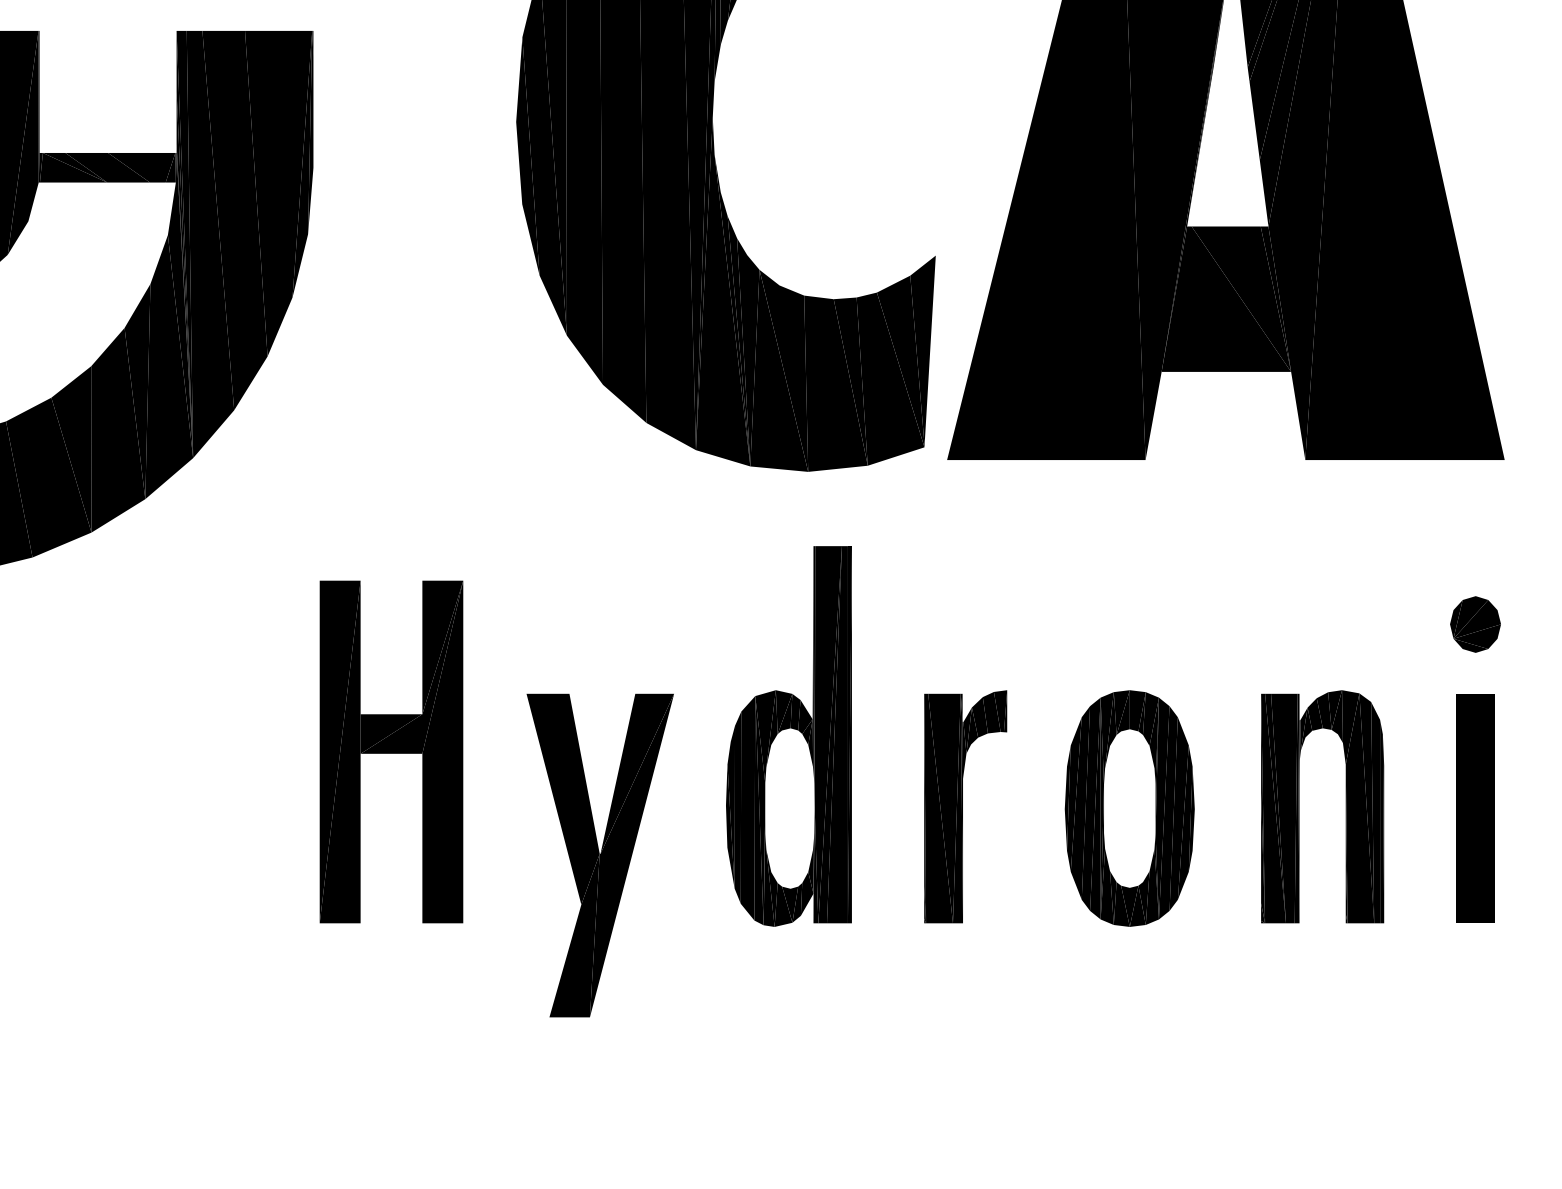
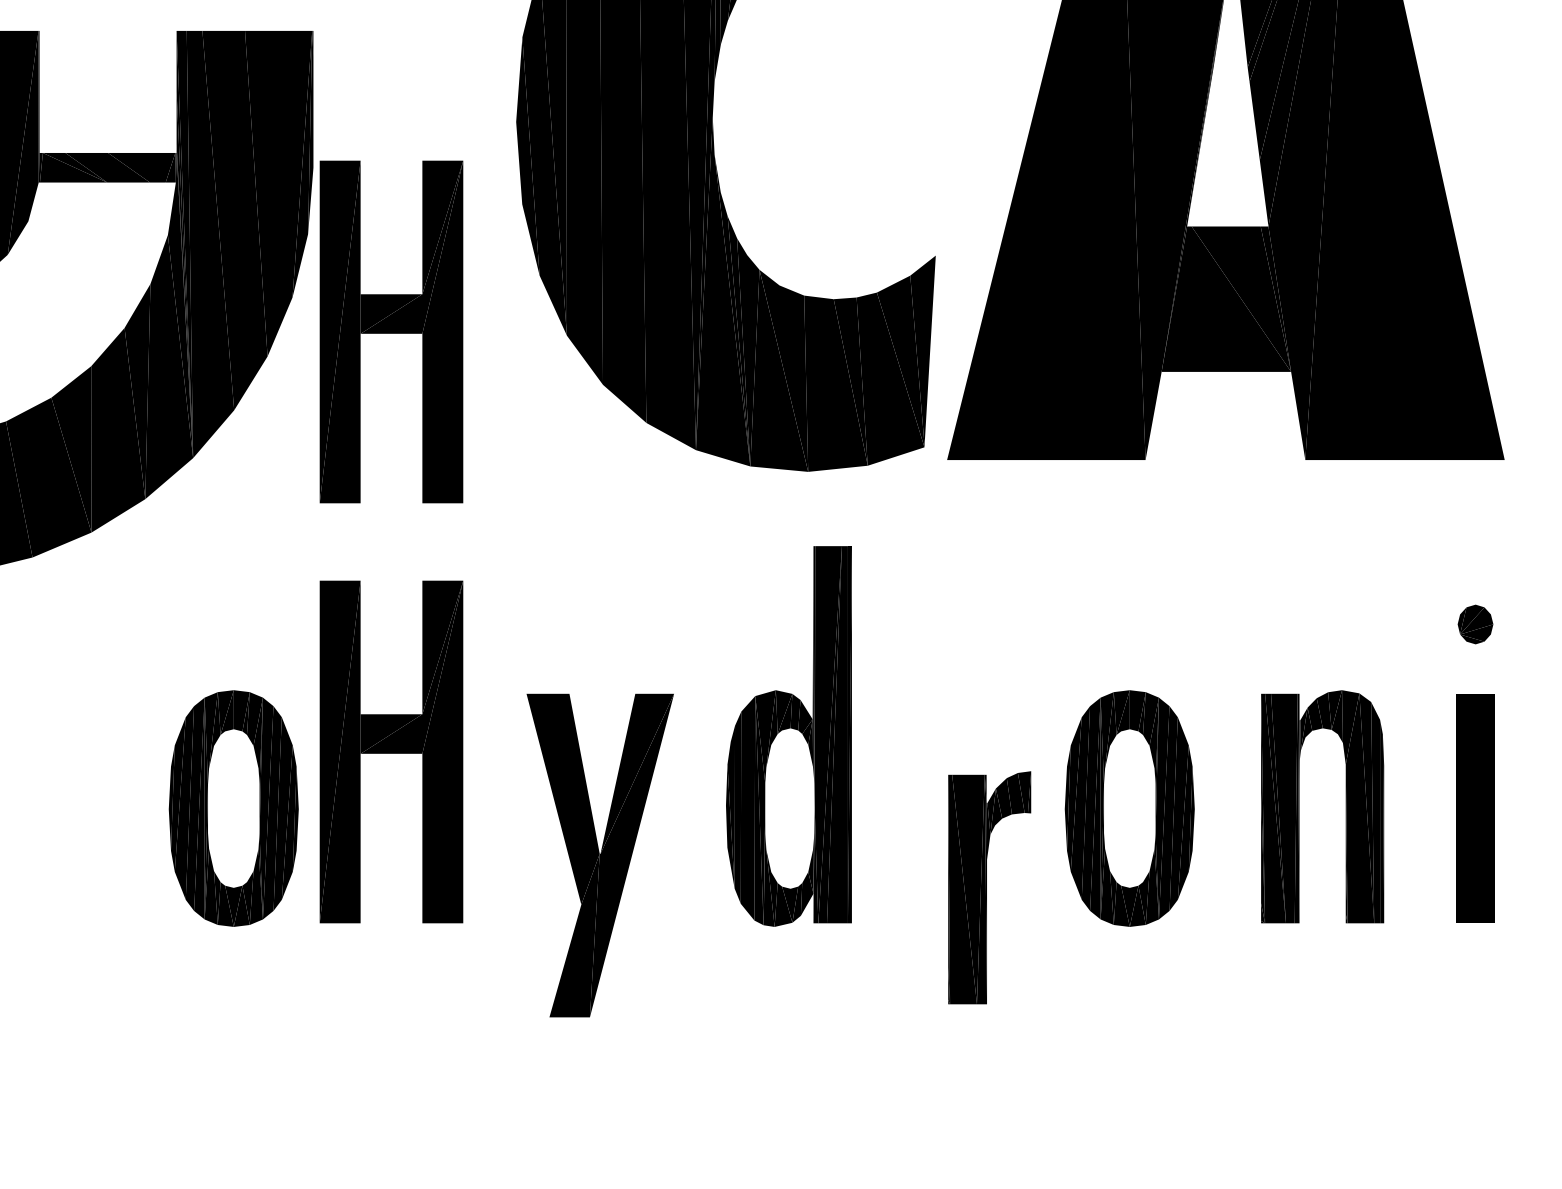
part at (391, 331): none -> present
part at (1475, 624) size: 51x57 px -> 37x41 px
part at (965, 806) position: (965, 806) -> (989, 887)
part at (233, 808): none -> present
